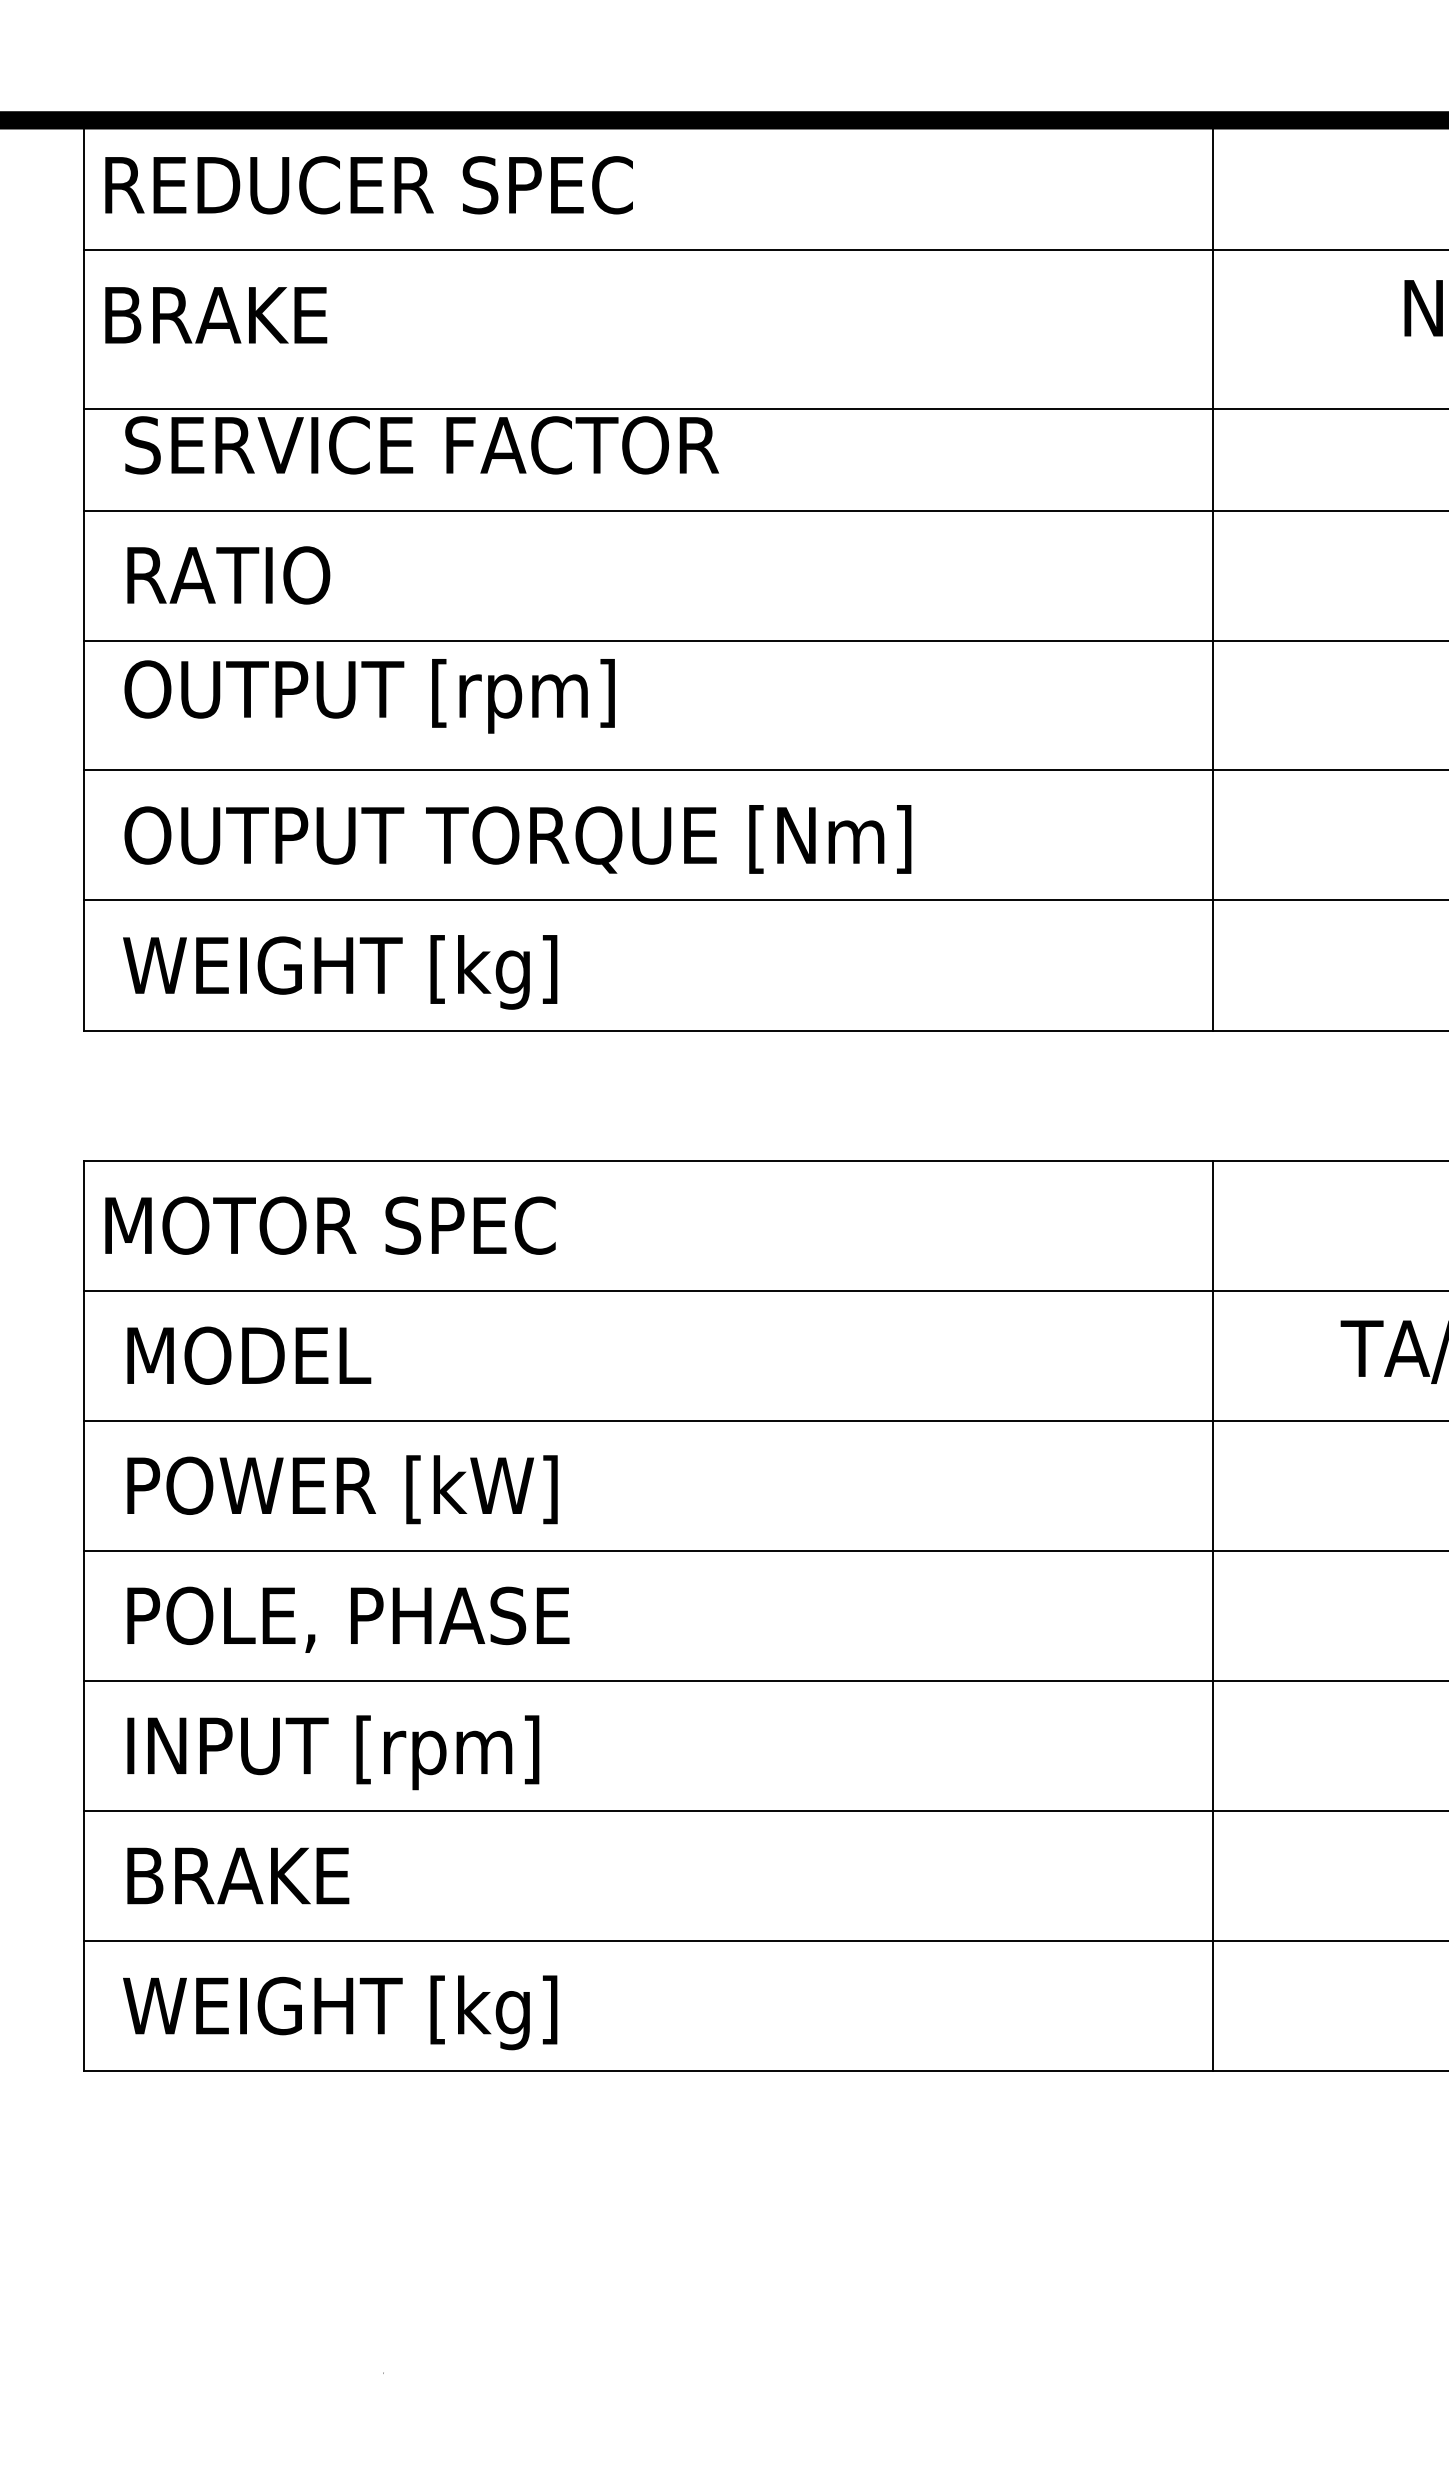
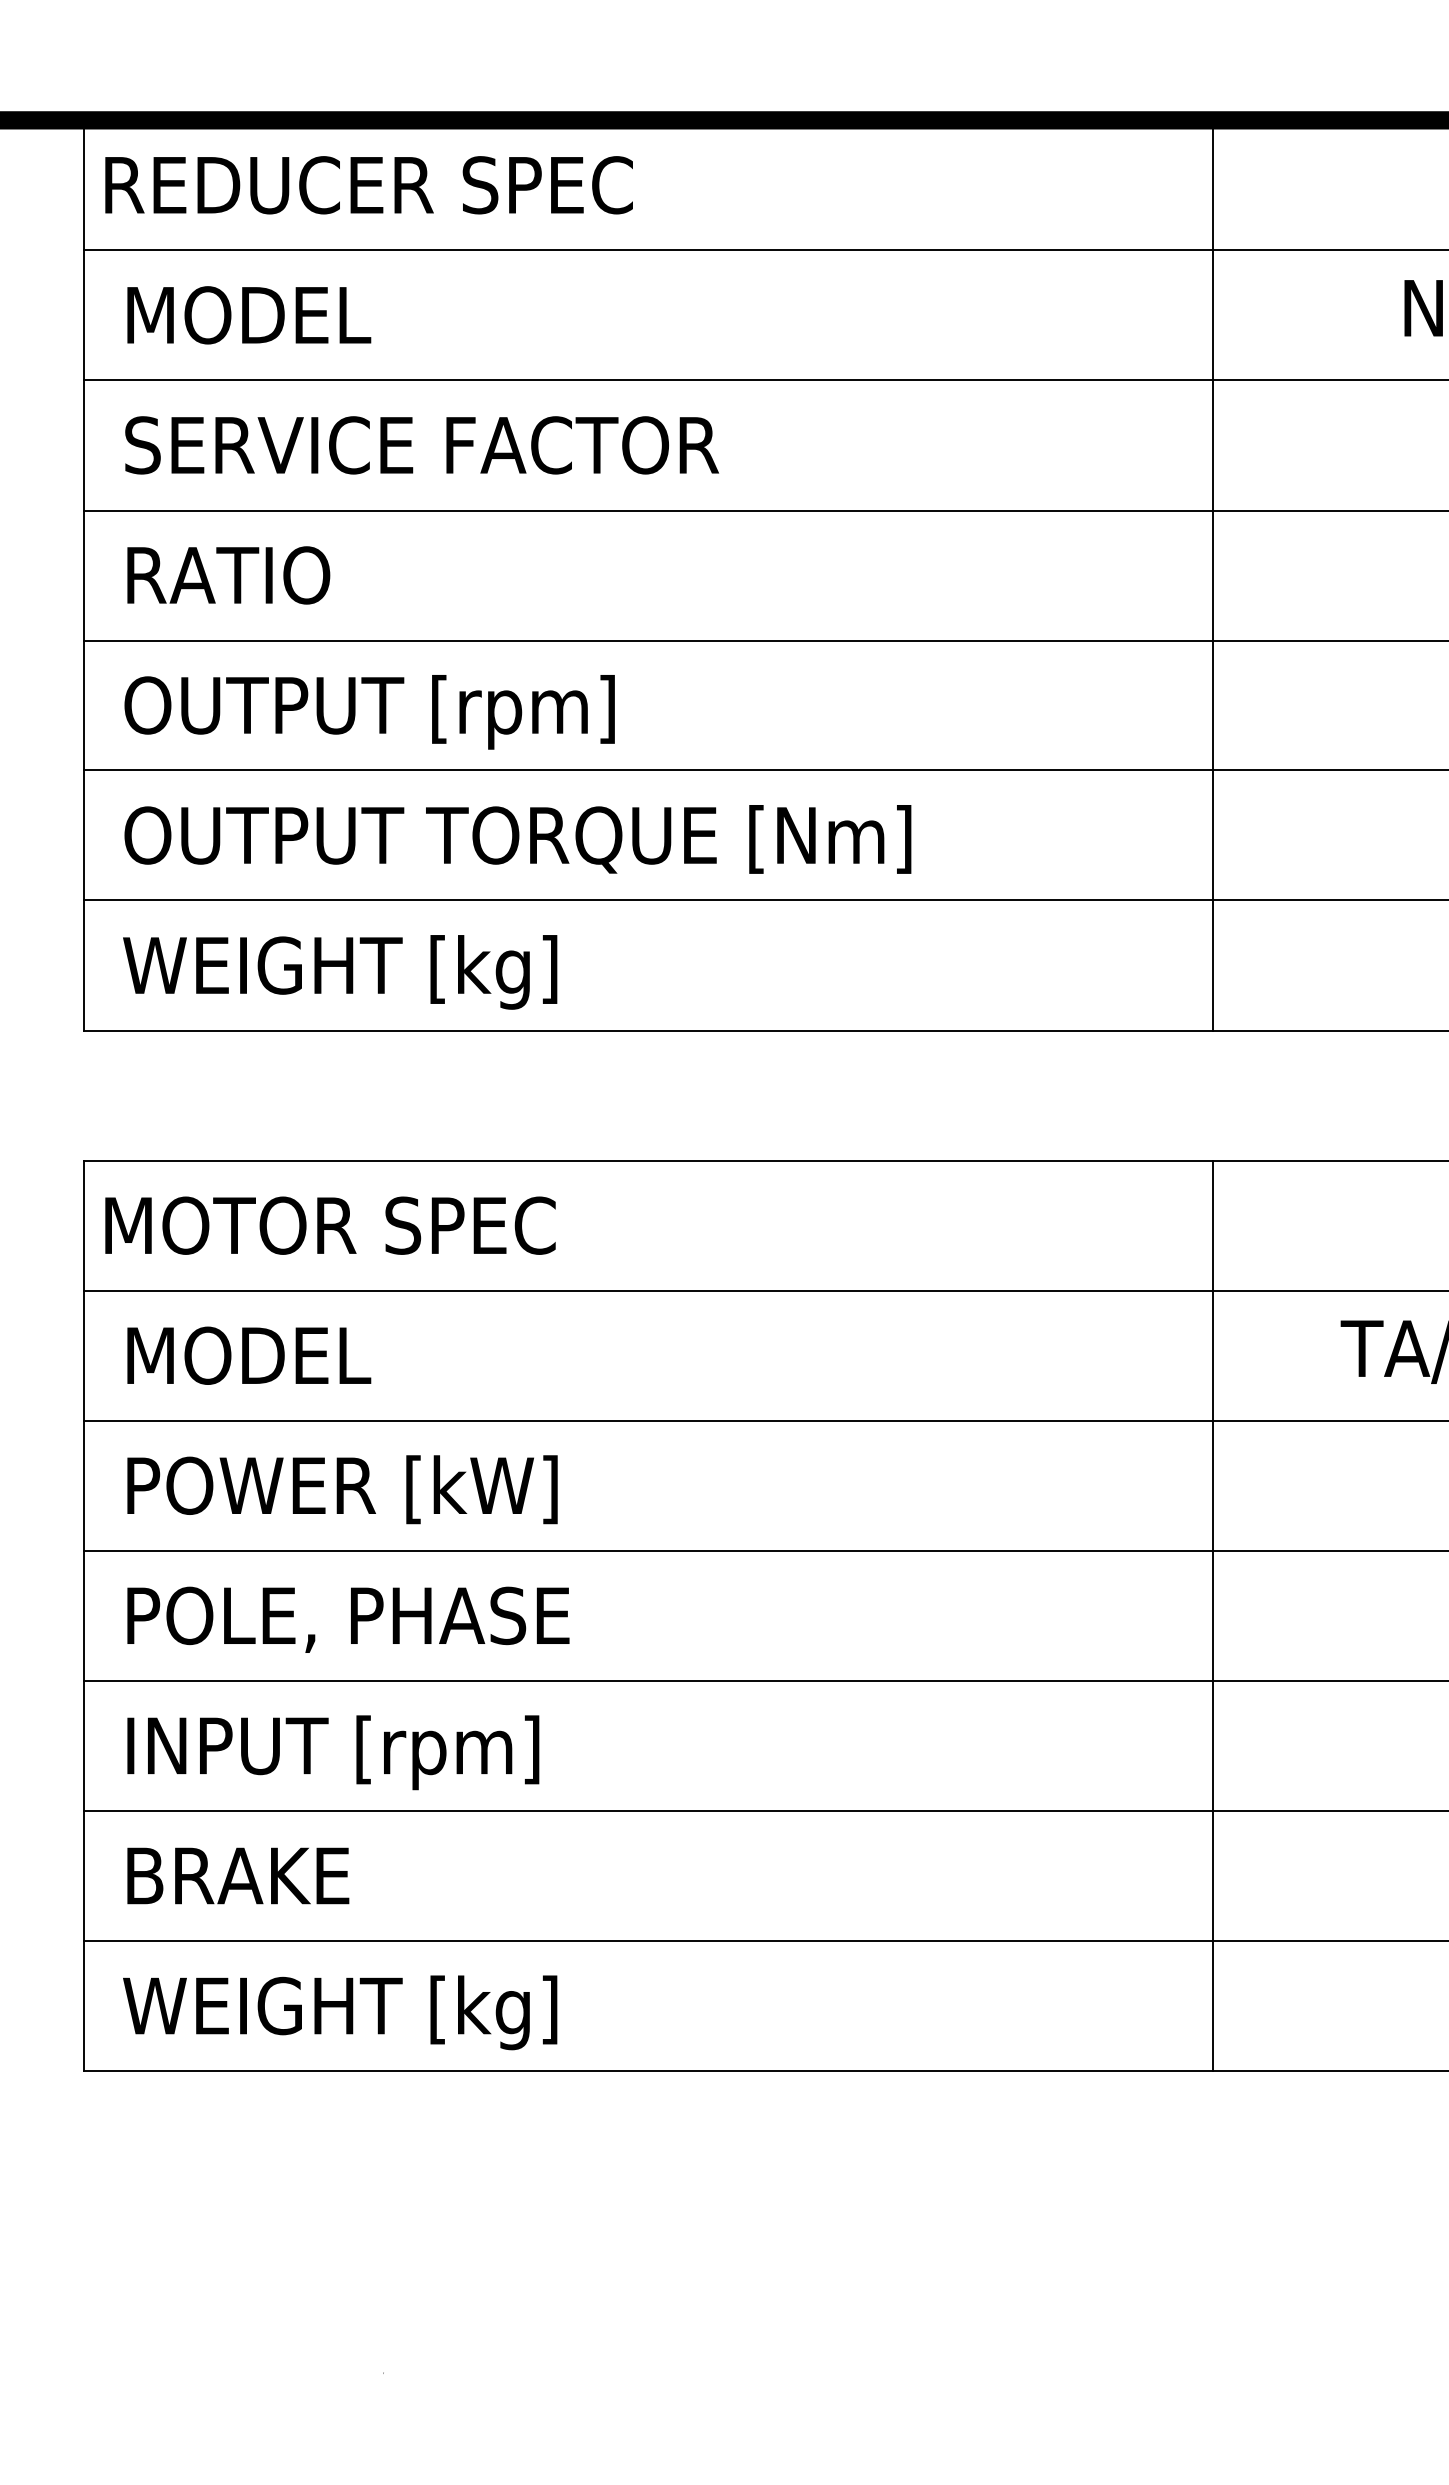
text at (238, 315): BRAKE -> MODEL
line at (764, 409) position: (764, 409) -> (764, 380)
text at (369, 696) position: (369, 696) -> (369, 712)
